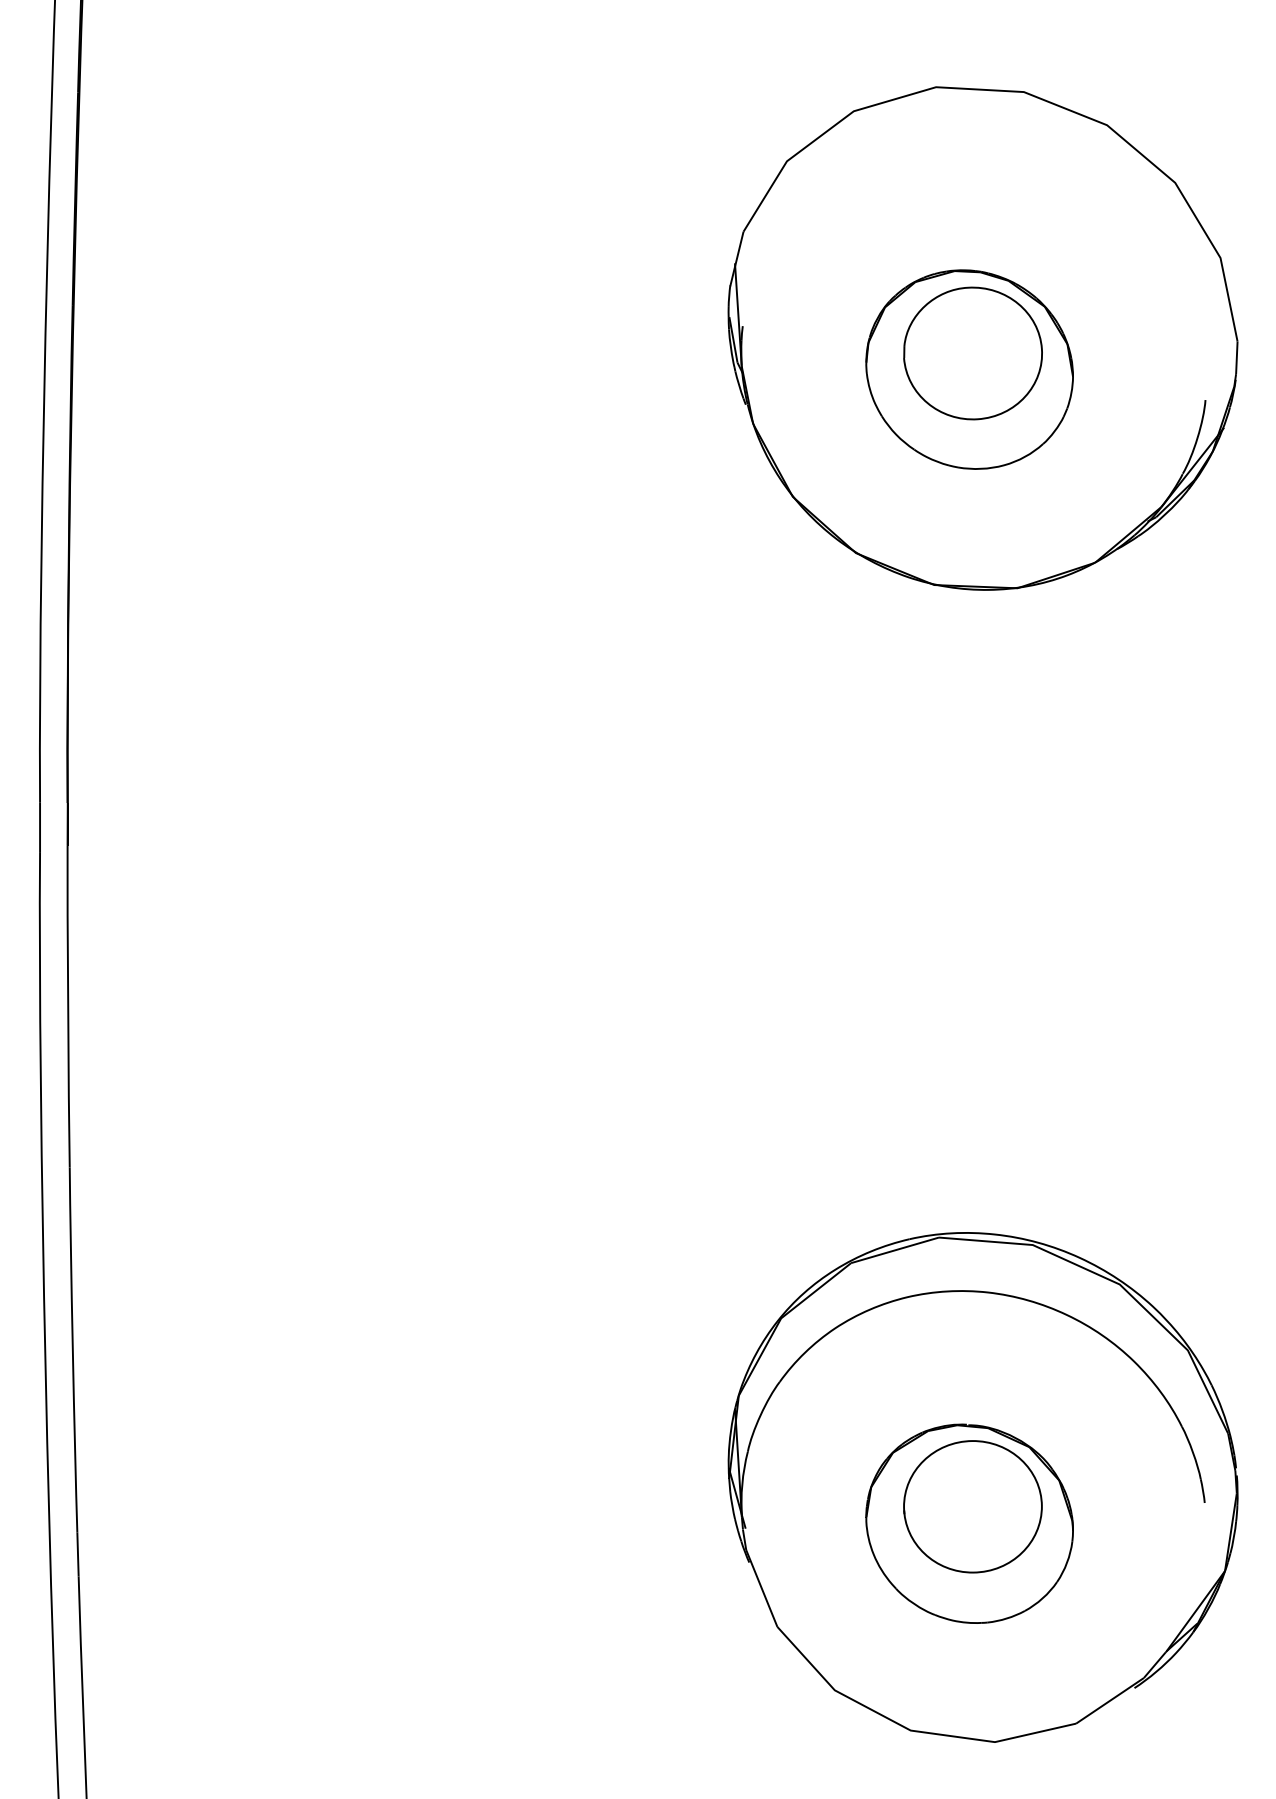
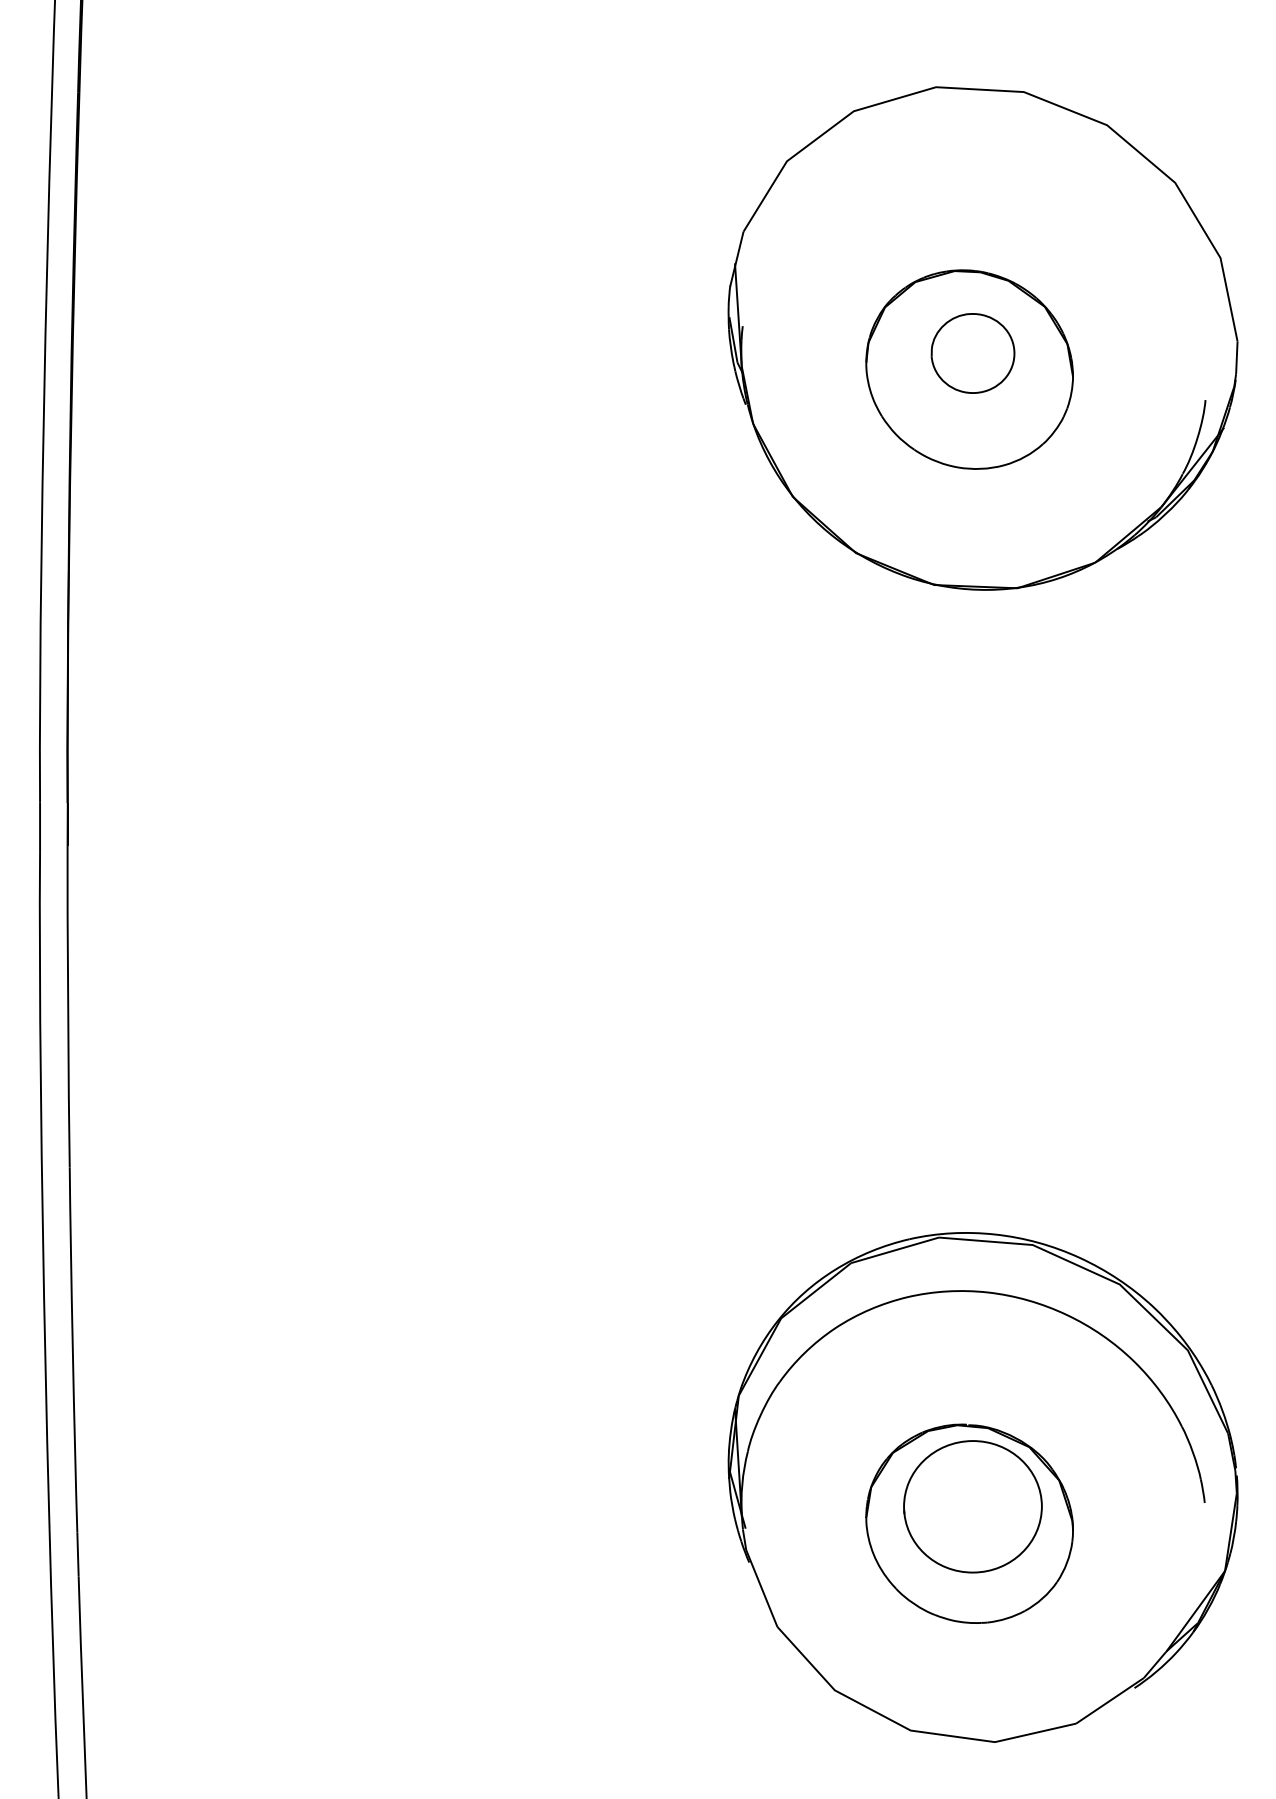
part at (972, 353) size: 140x135 px -> 86x81 px
